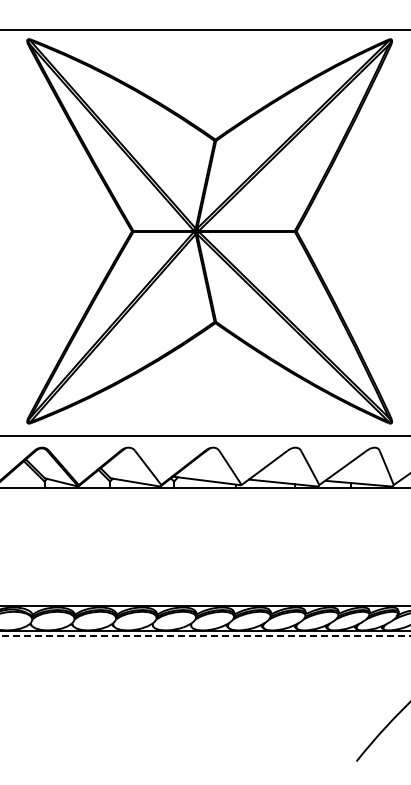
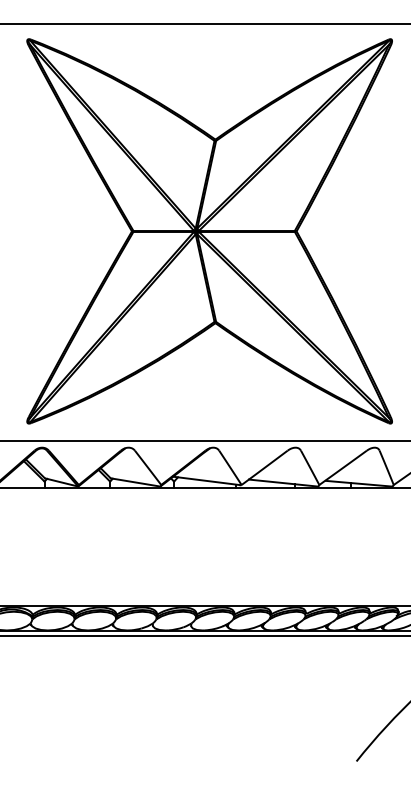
line at (204, 29) position: (204, 29) -> (204, 23)
line at (204, 435) position: (204, 435) -> (204, 440)
line at (205, 635): dashed -> solid
